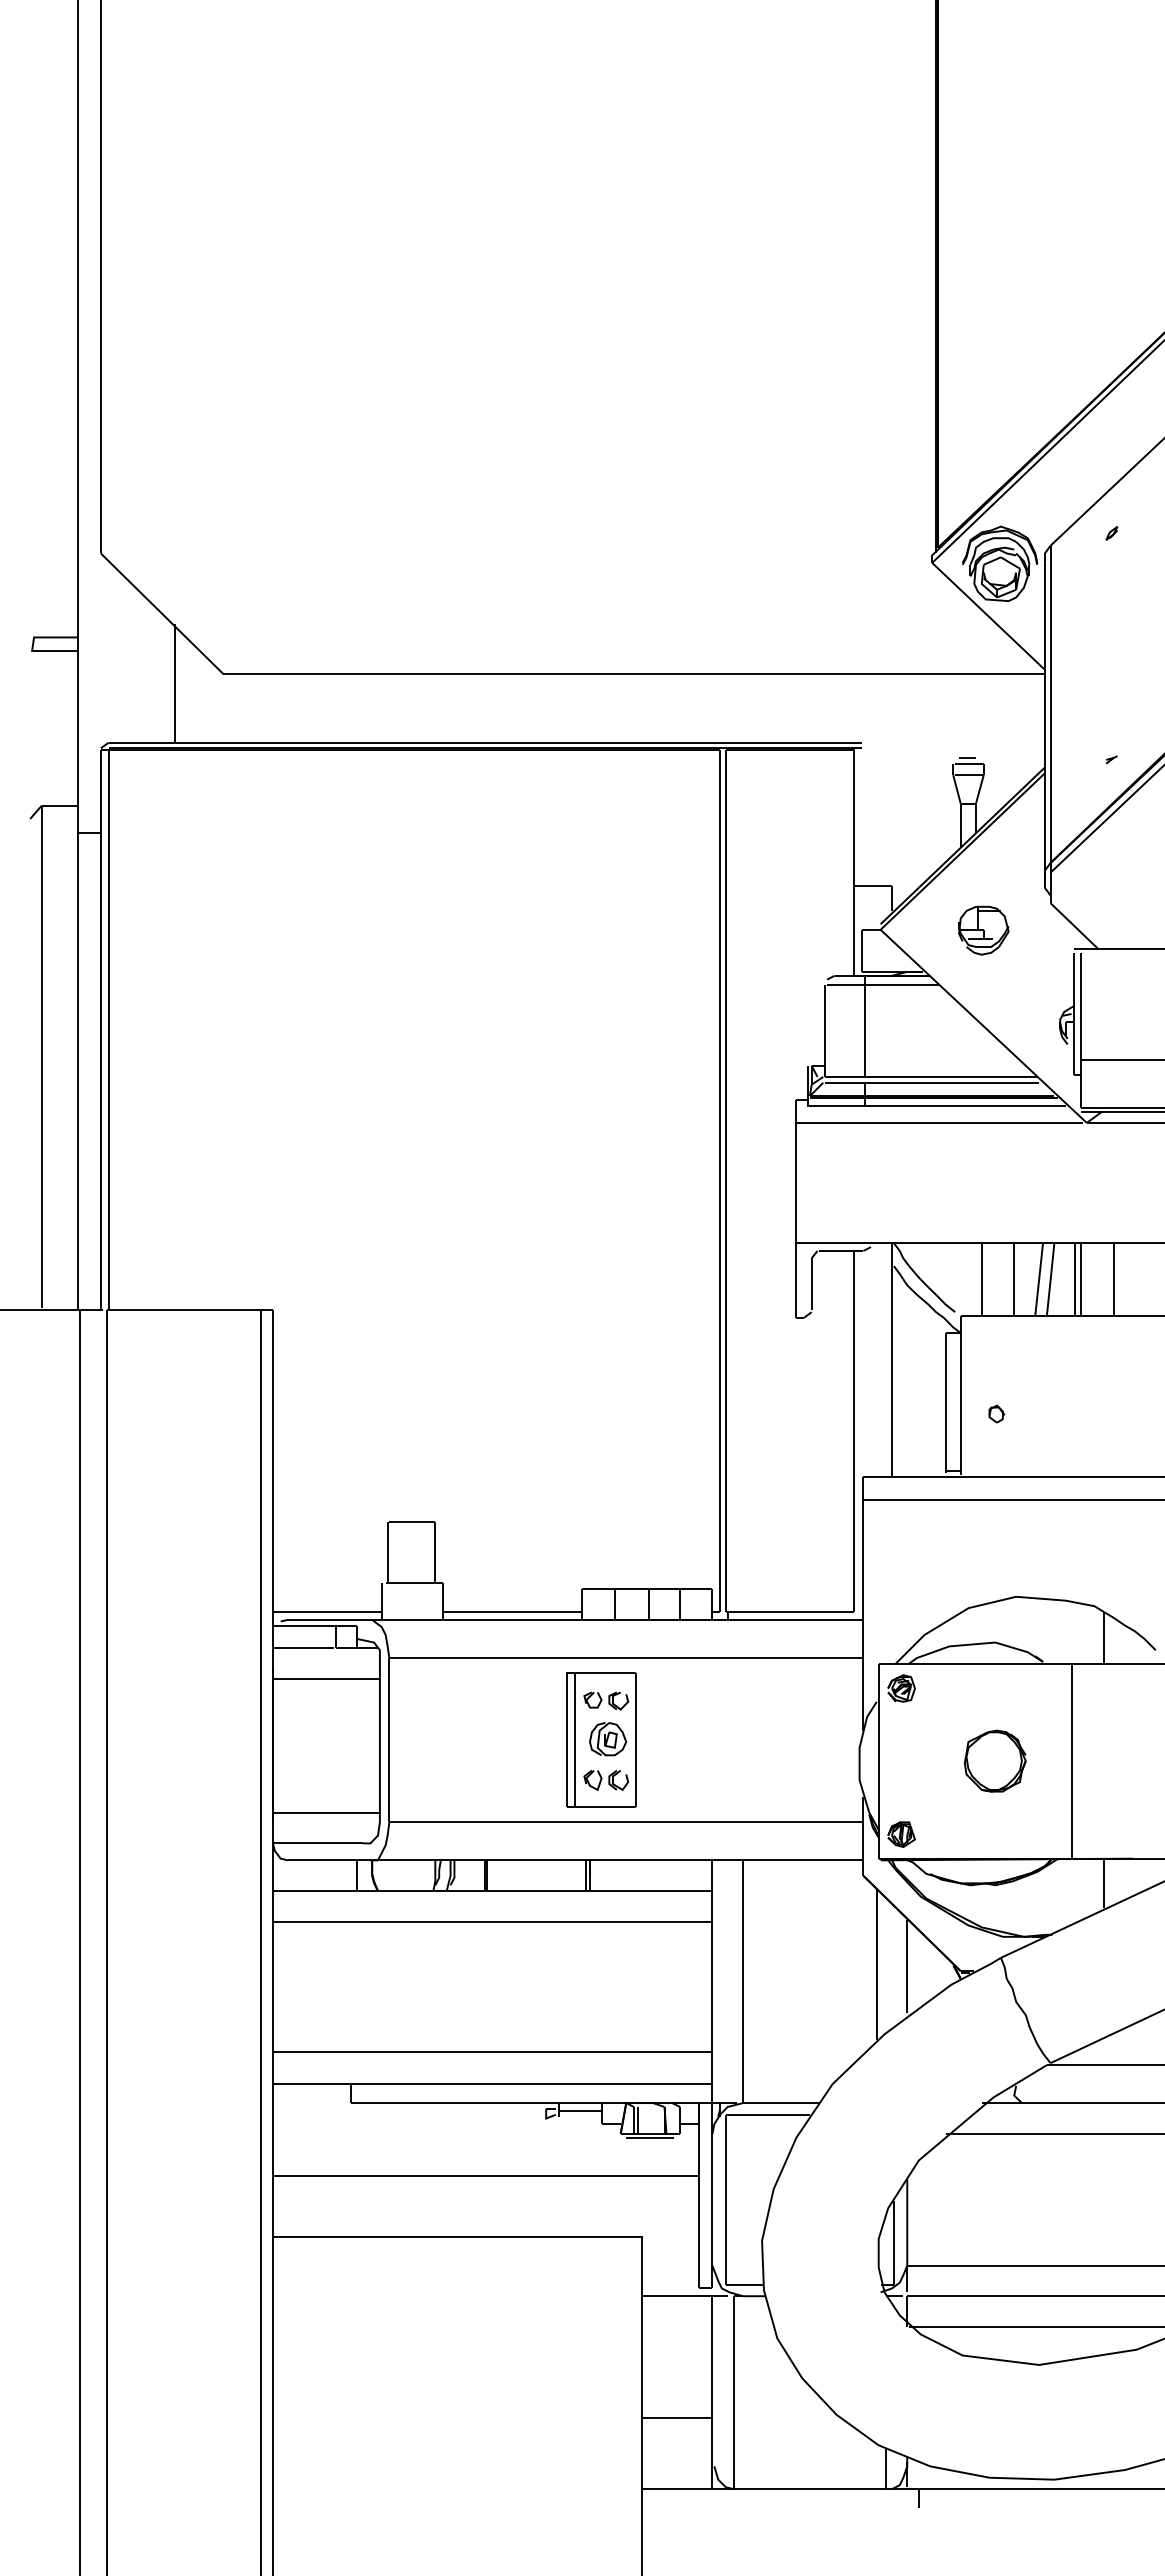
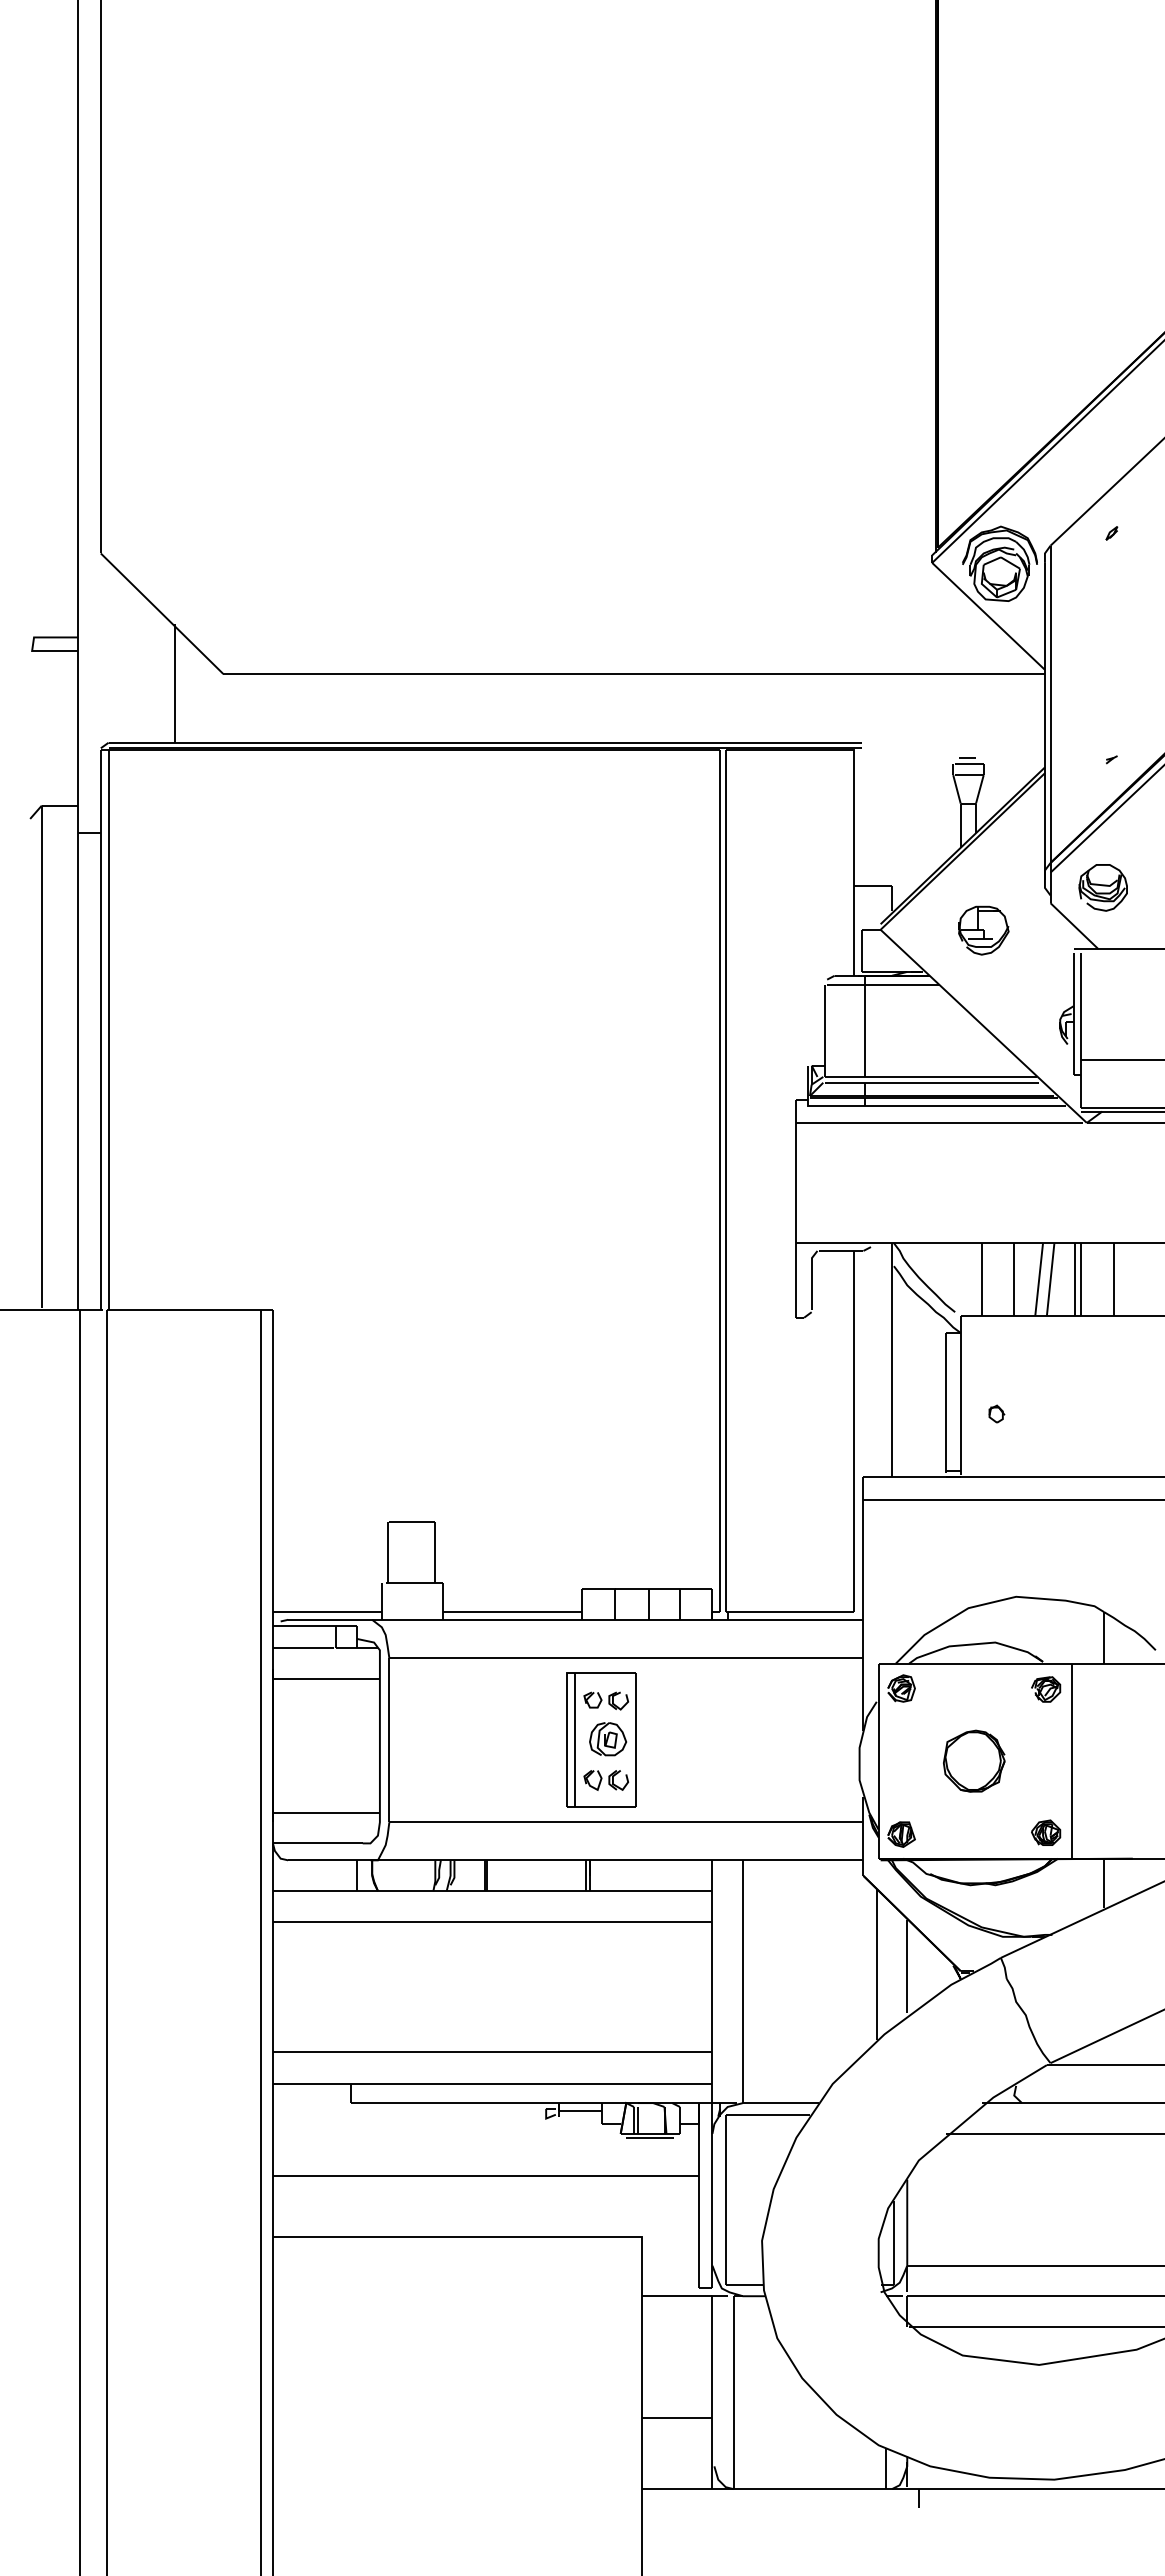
part at (1102, 887): none -> present
part at (1046, 1689): none -> present
part at (995, 1760) position: (995, 1760) -> (974, 1760)
part at (1046, 1832): none -> present
